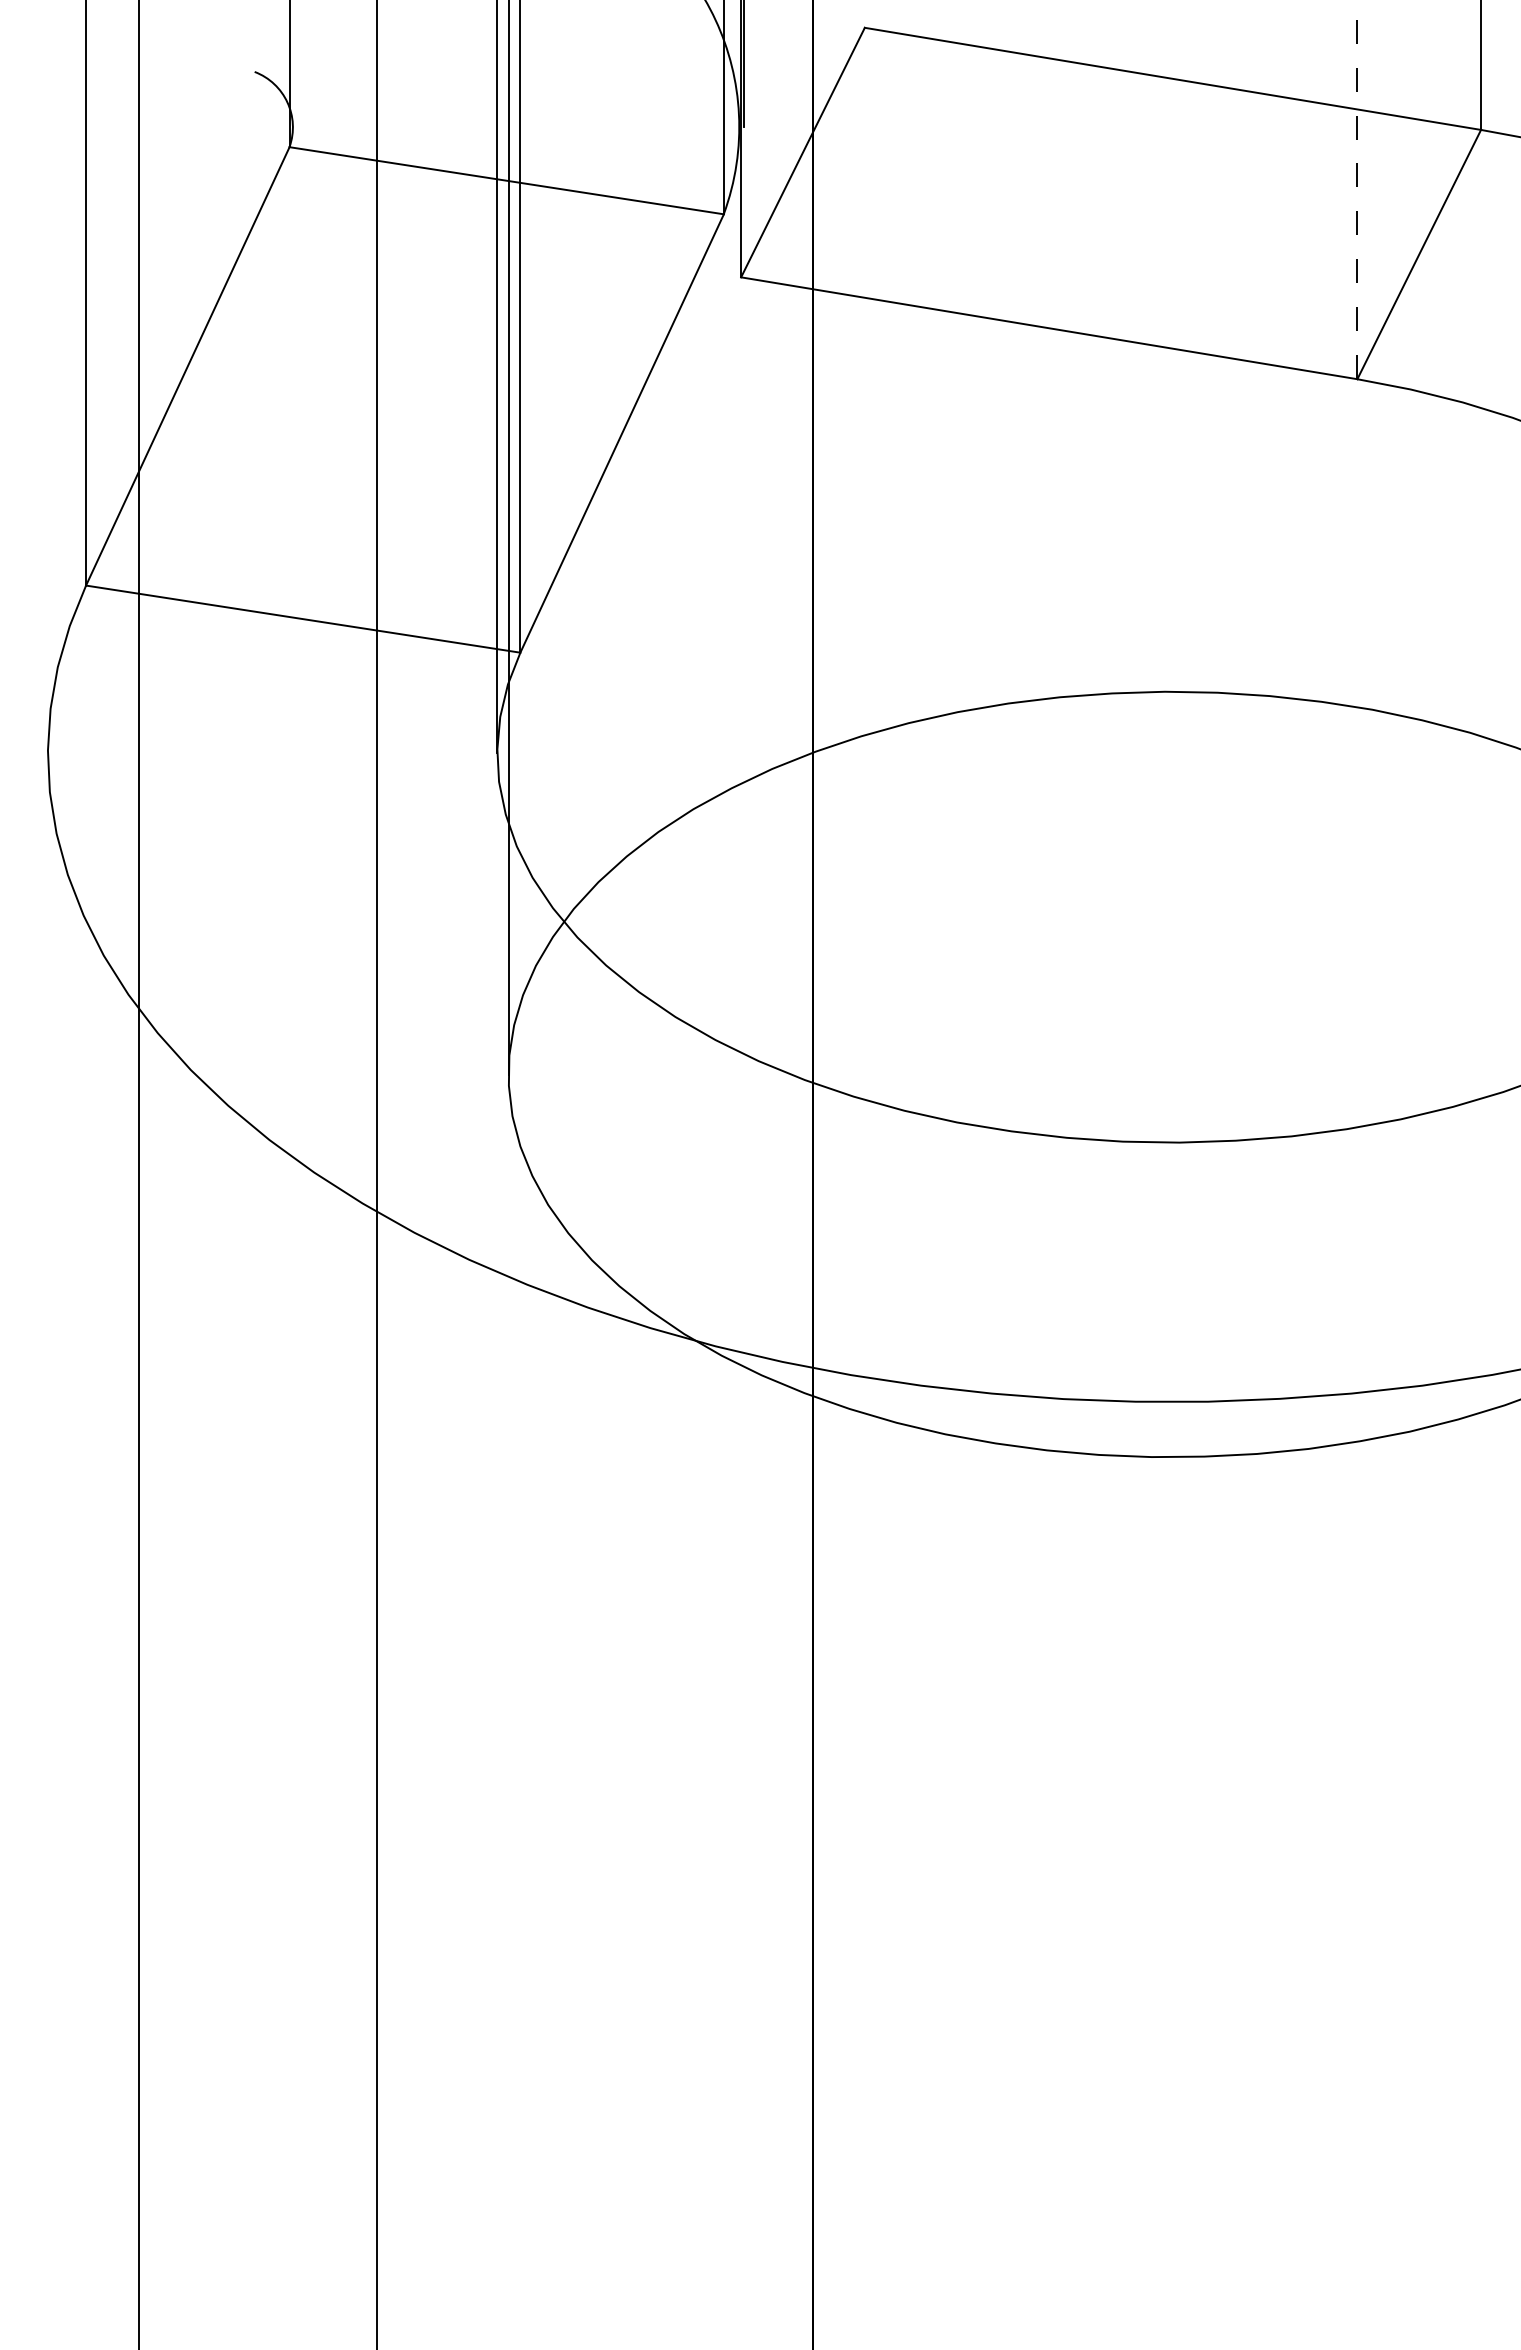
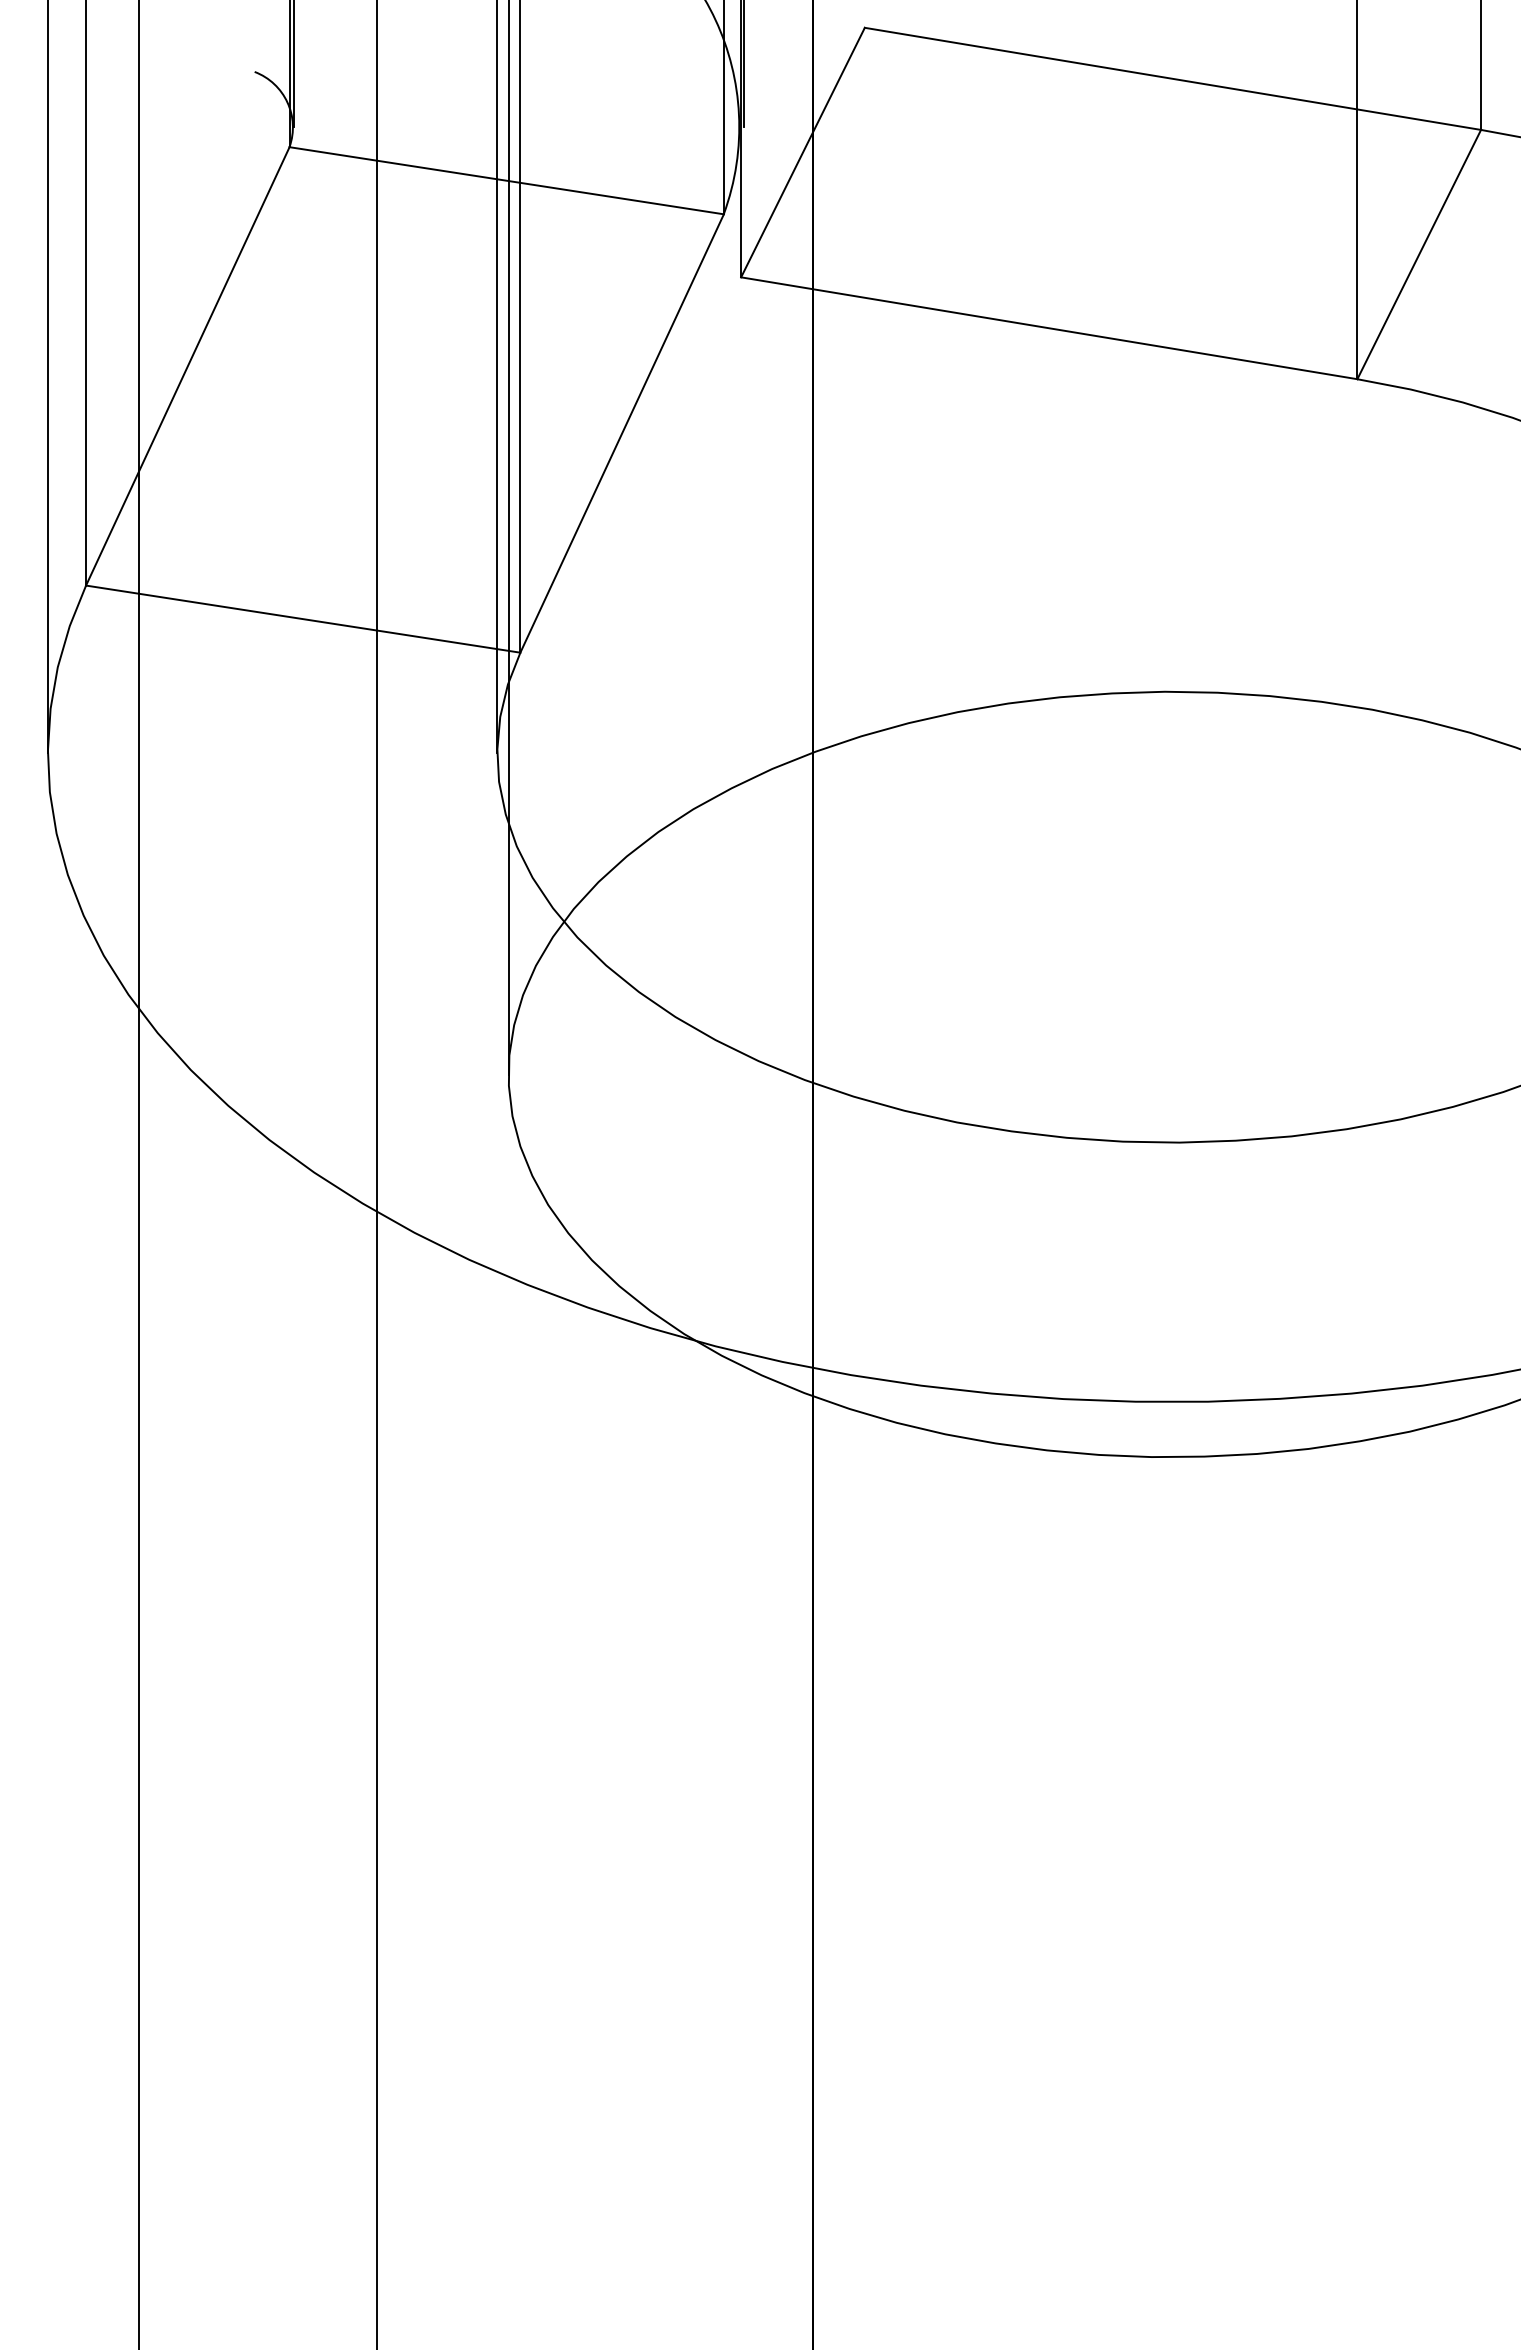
line at (294, 64): none -> present
line at (1357, 189): dashed -> solid
line at (47, 377): none -> present
